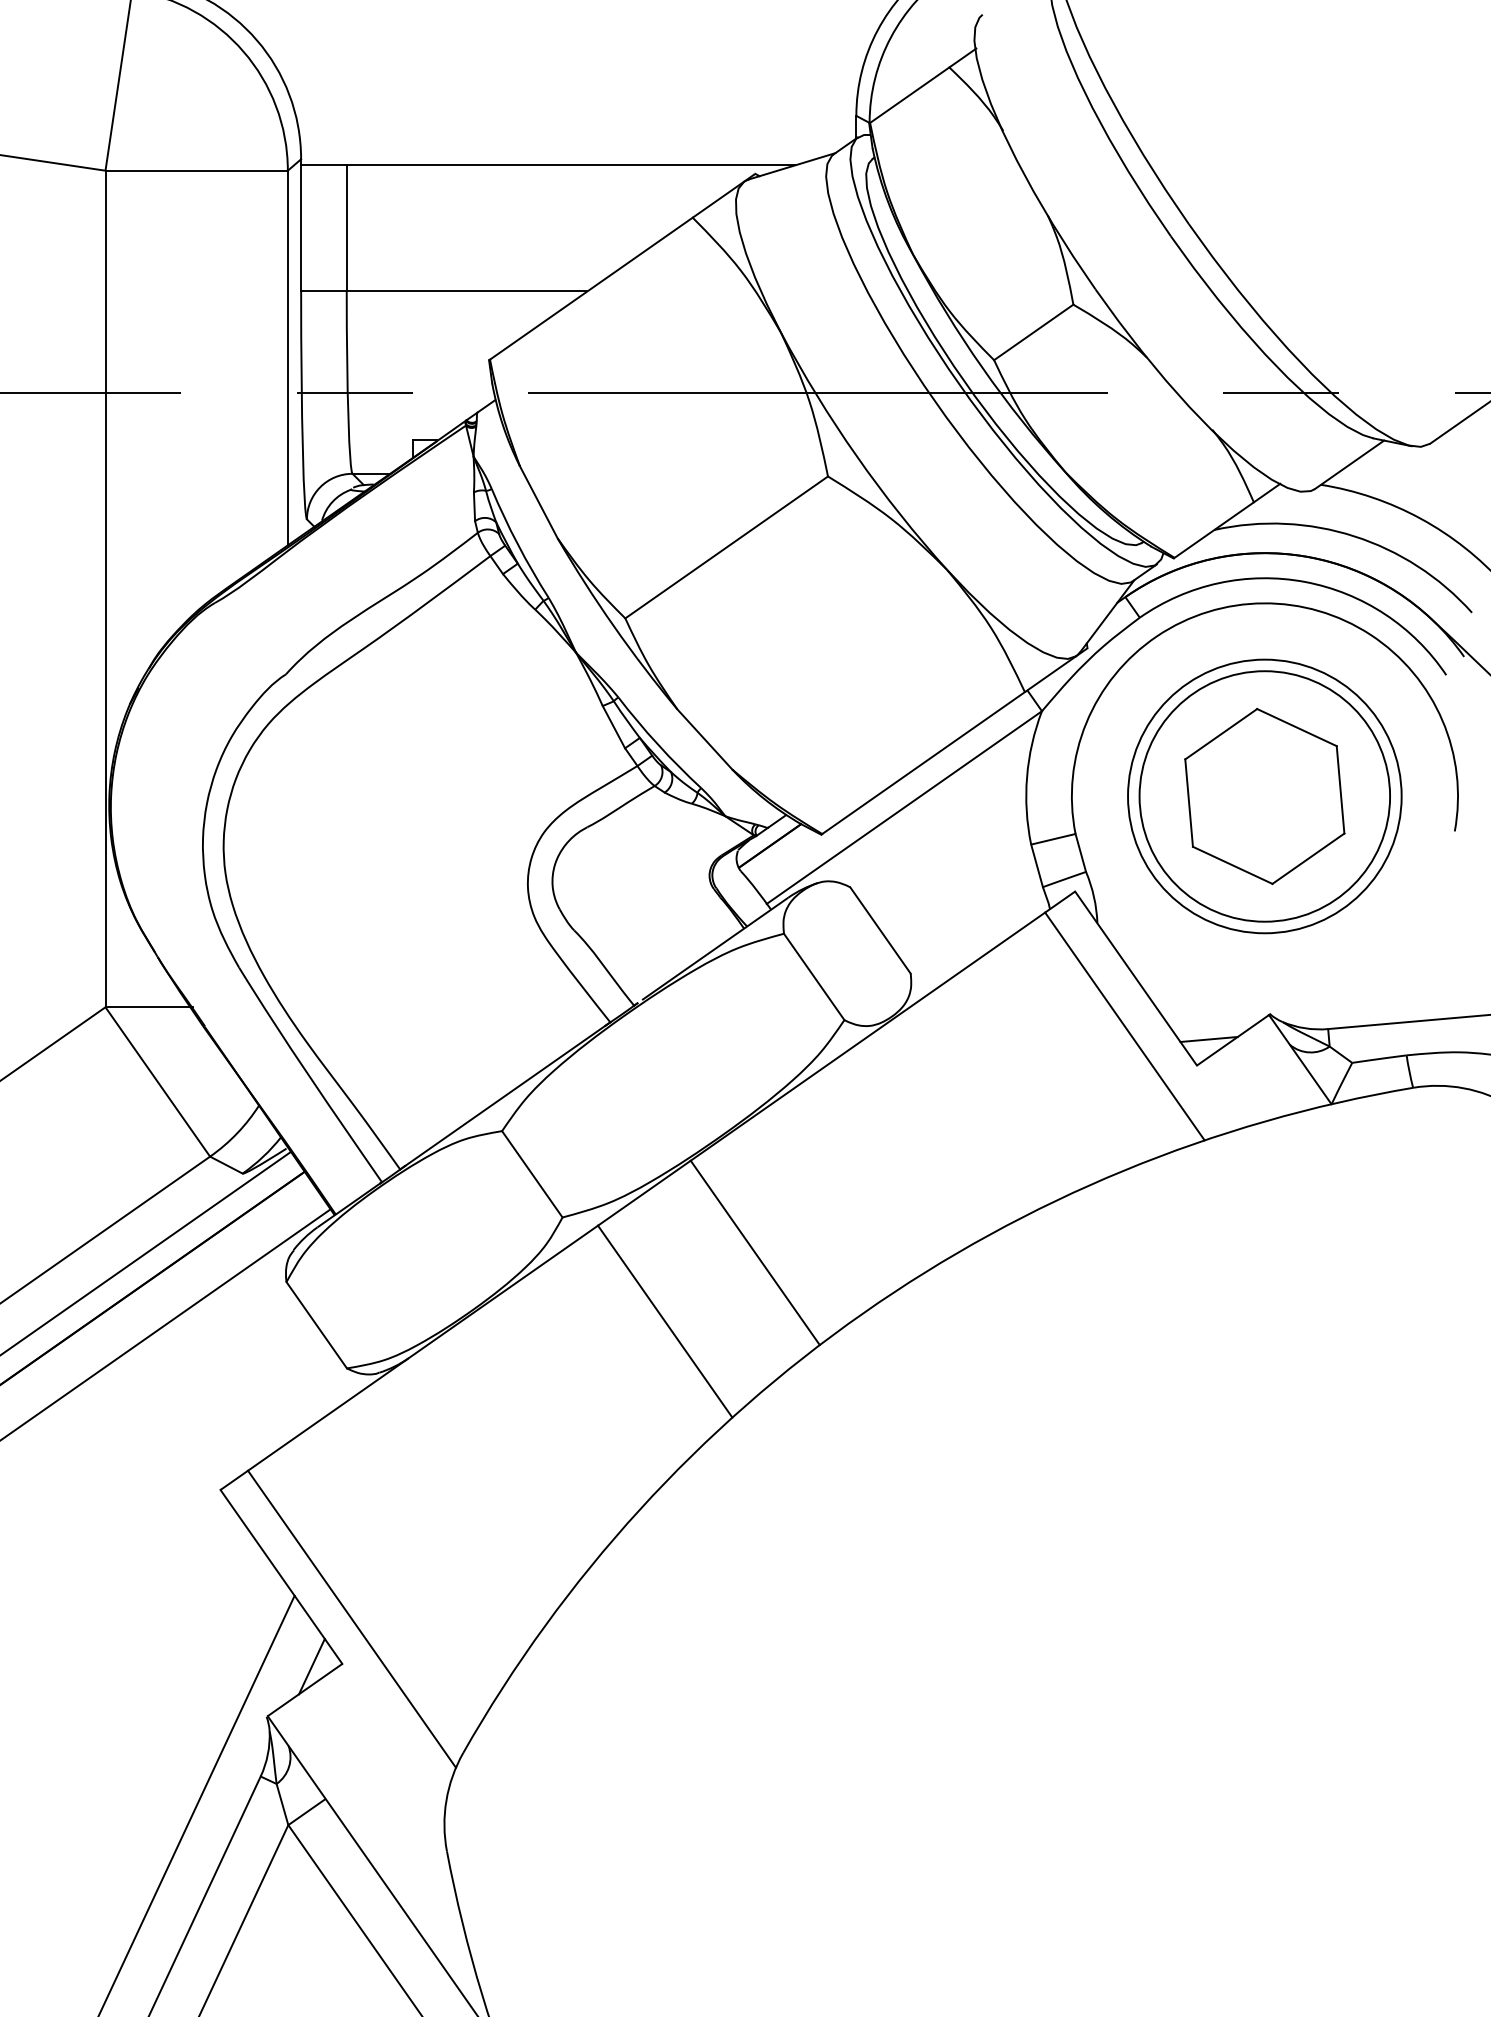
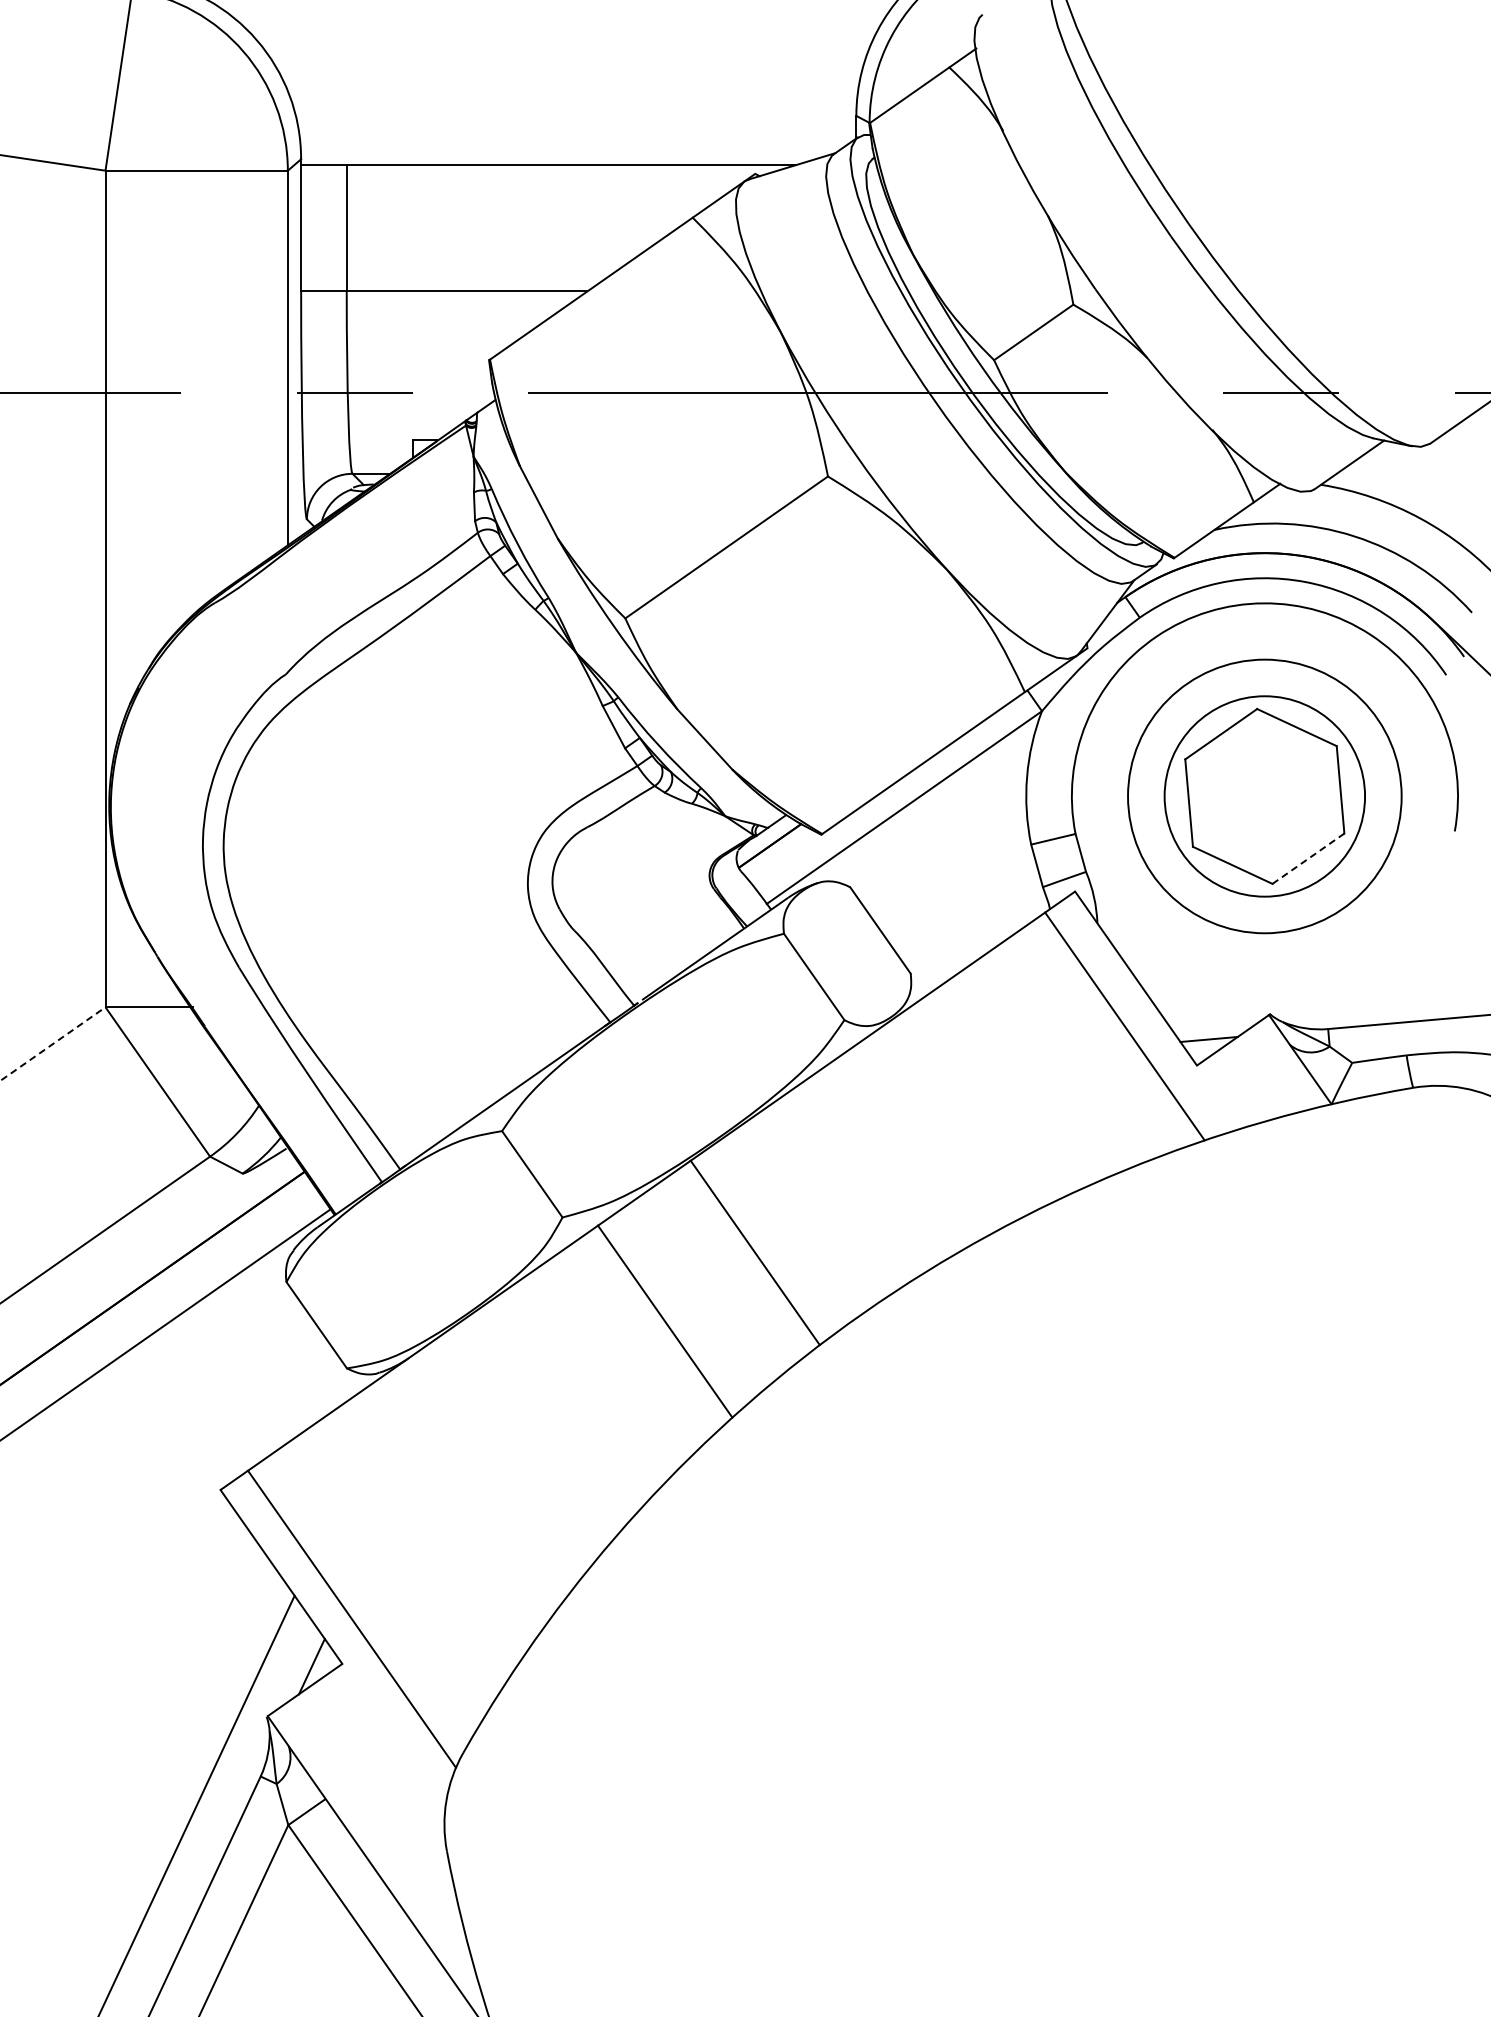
circle at (1264, 796) diameter: 251 px -> 200 px
line at (1308, 858): solid -> dashed
line at (53, 1043): solid -> dashed
line at (146, 1252): present -> none
